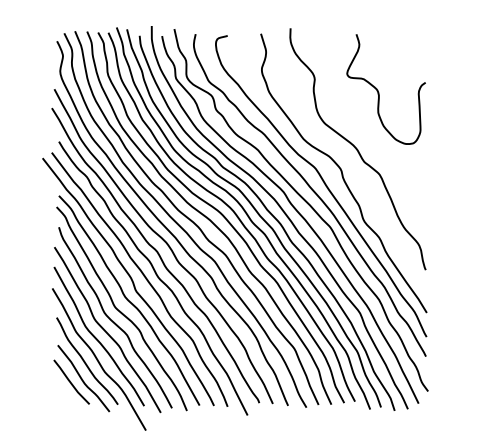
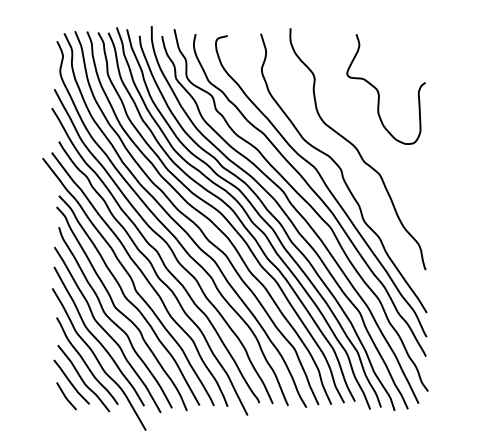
line at (66, 396): none -> present
